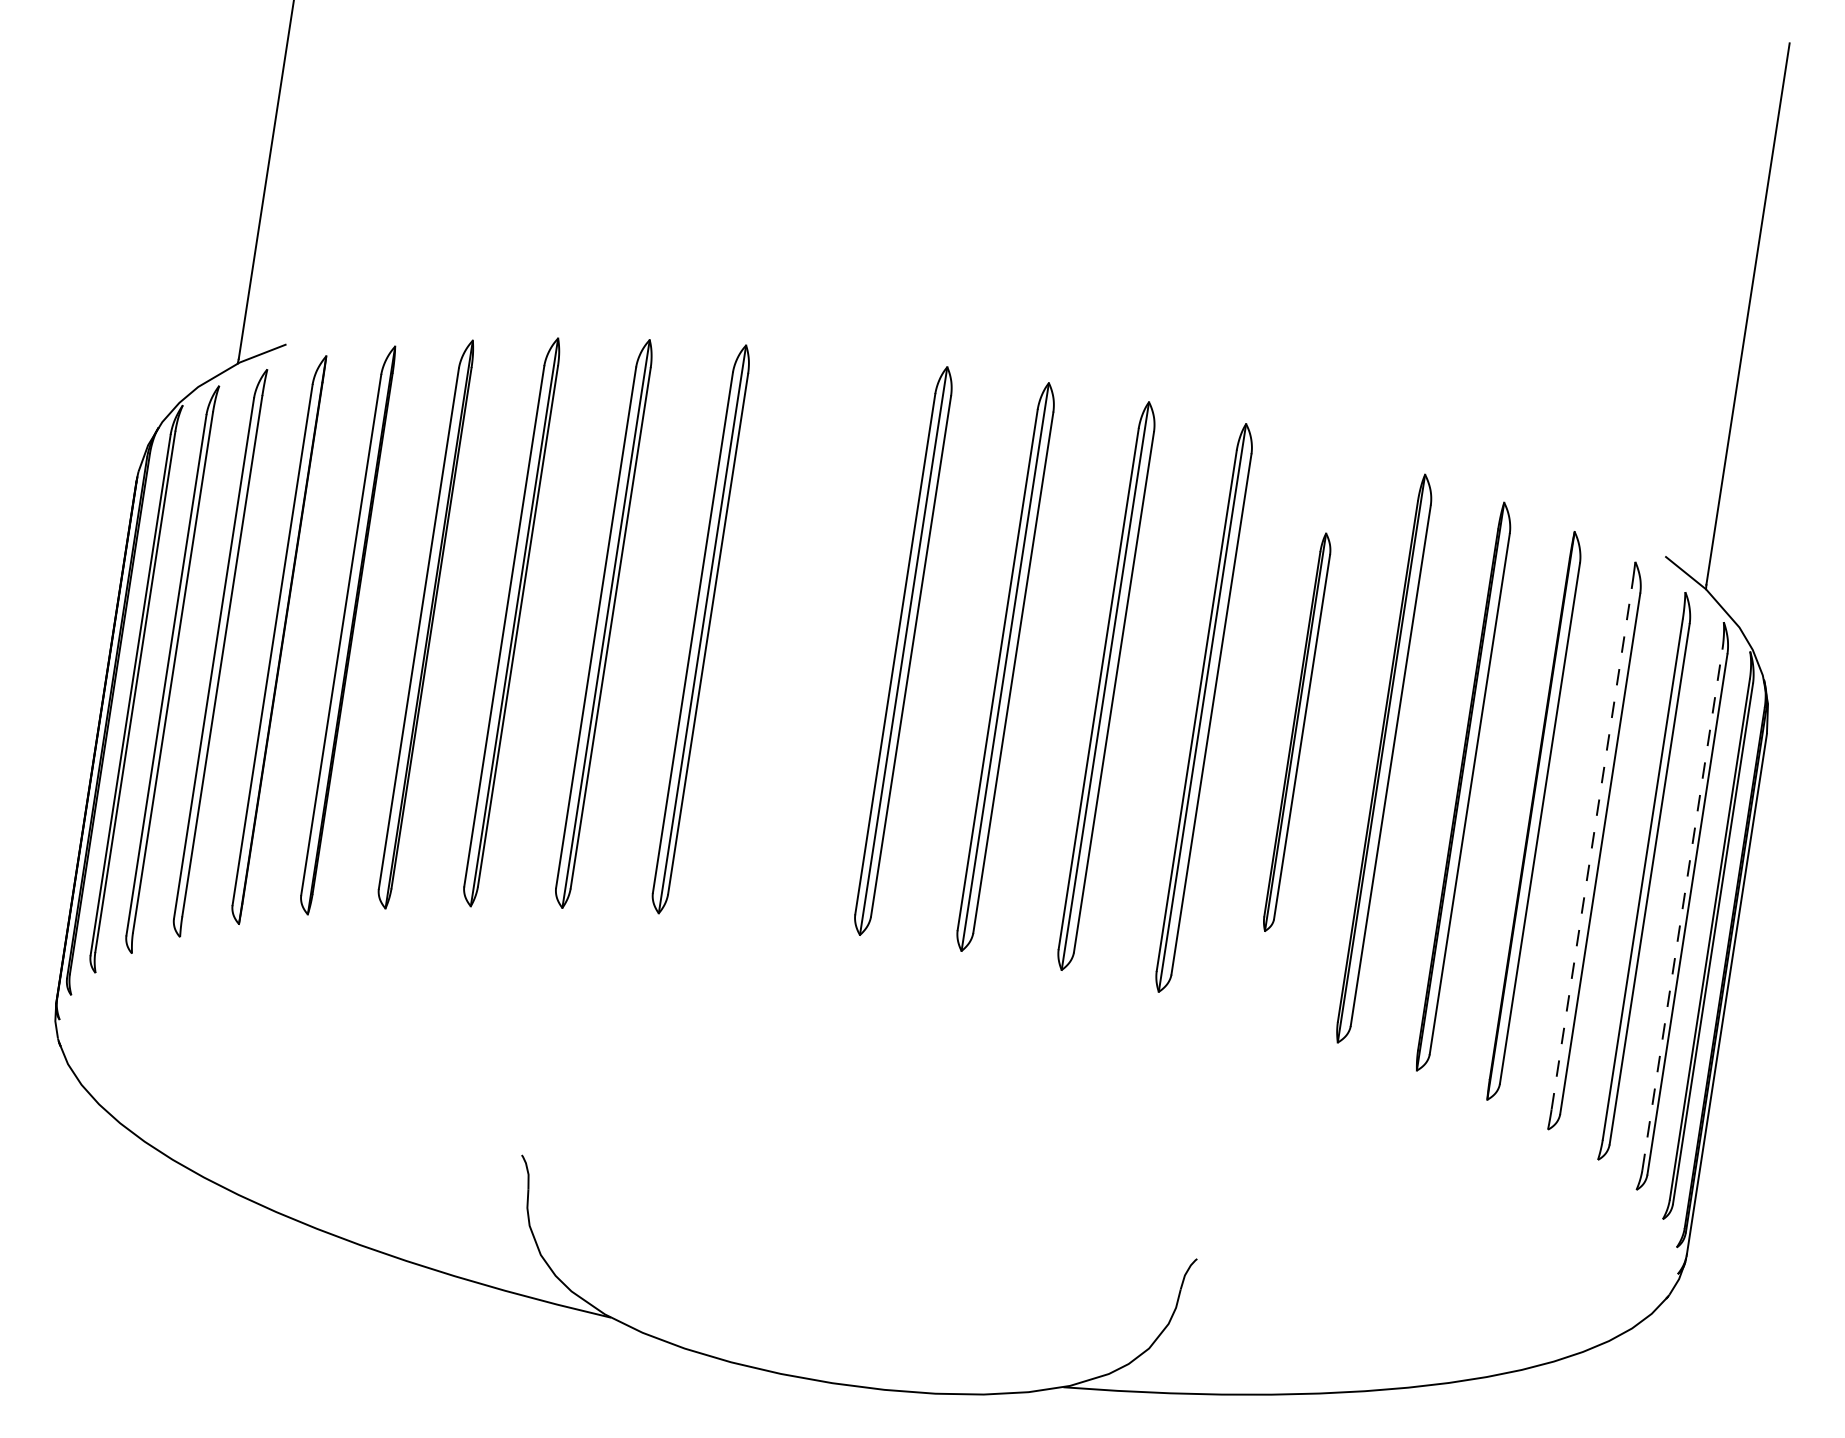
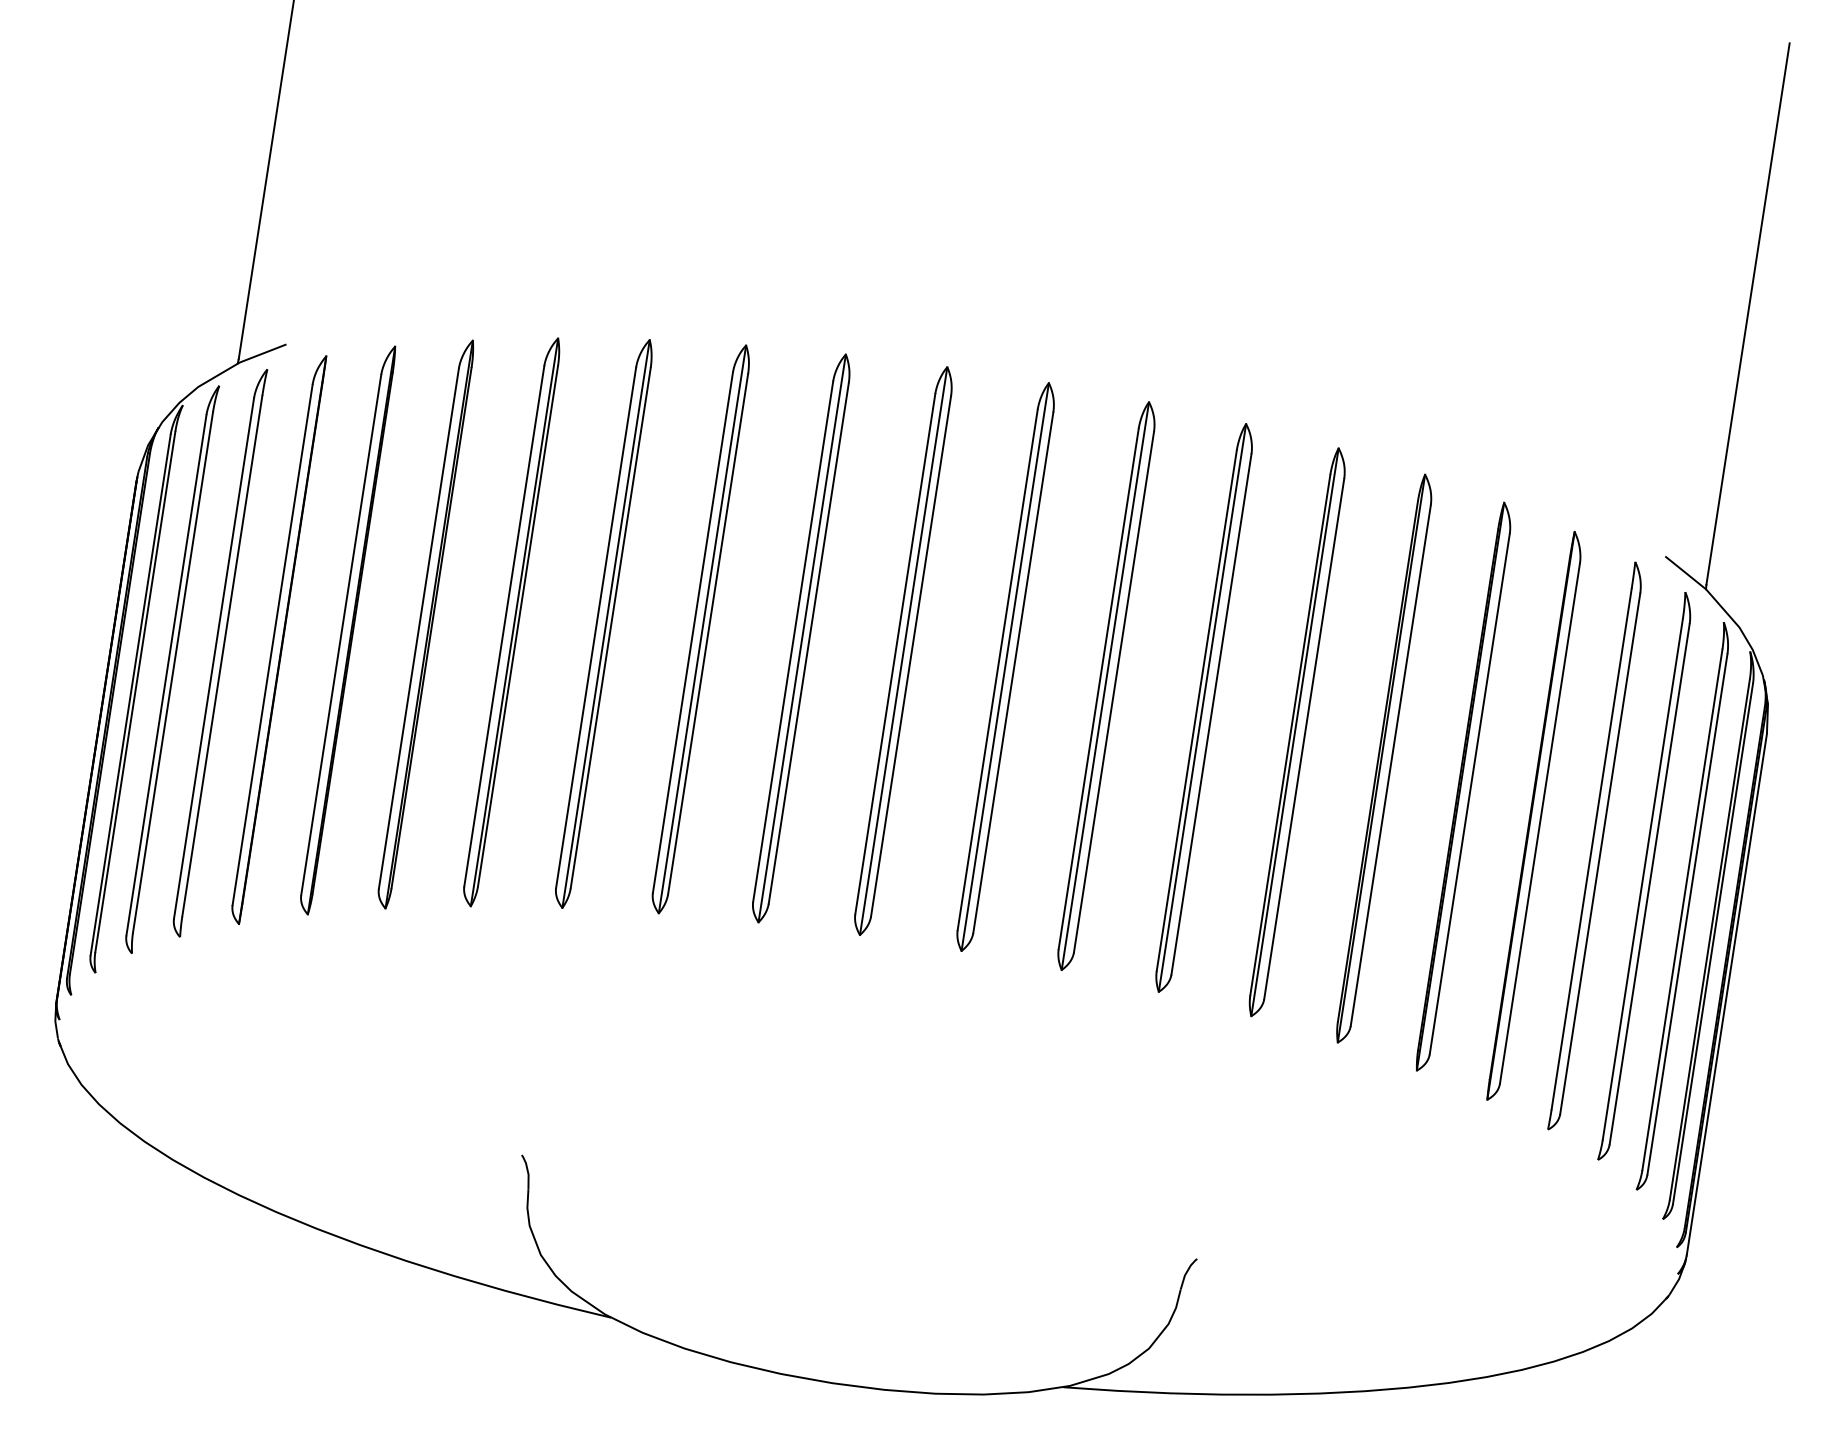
part at (801, 638): none -> present
part at (1297, 731) size: 69x400 px -> 98x571 px
line at (1591, 848): dashed -> solid
line at (1682, 909): dashed -> solid
